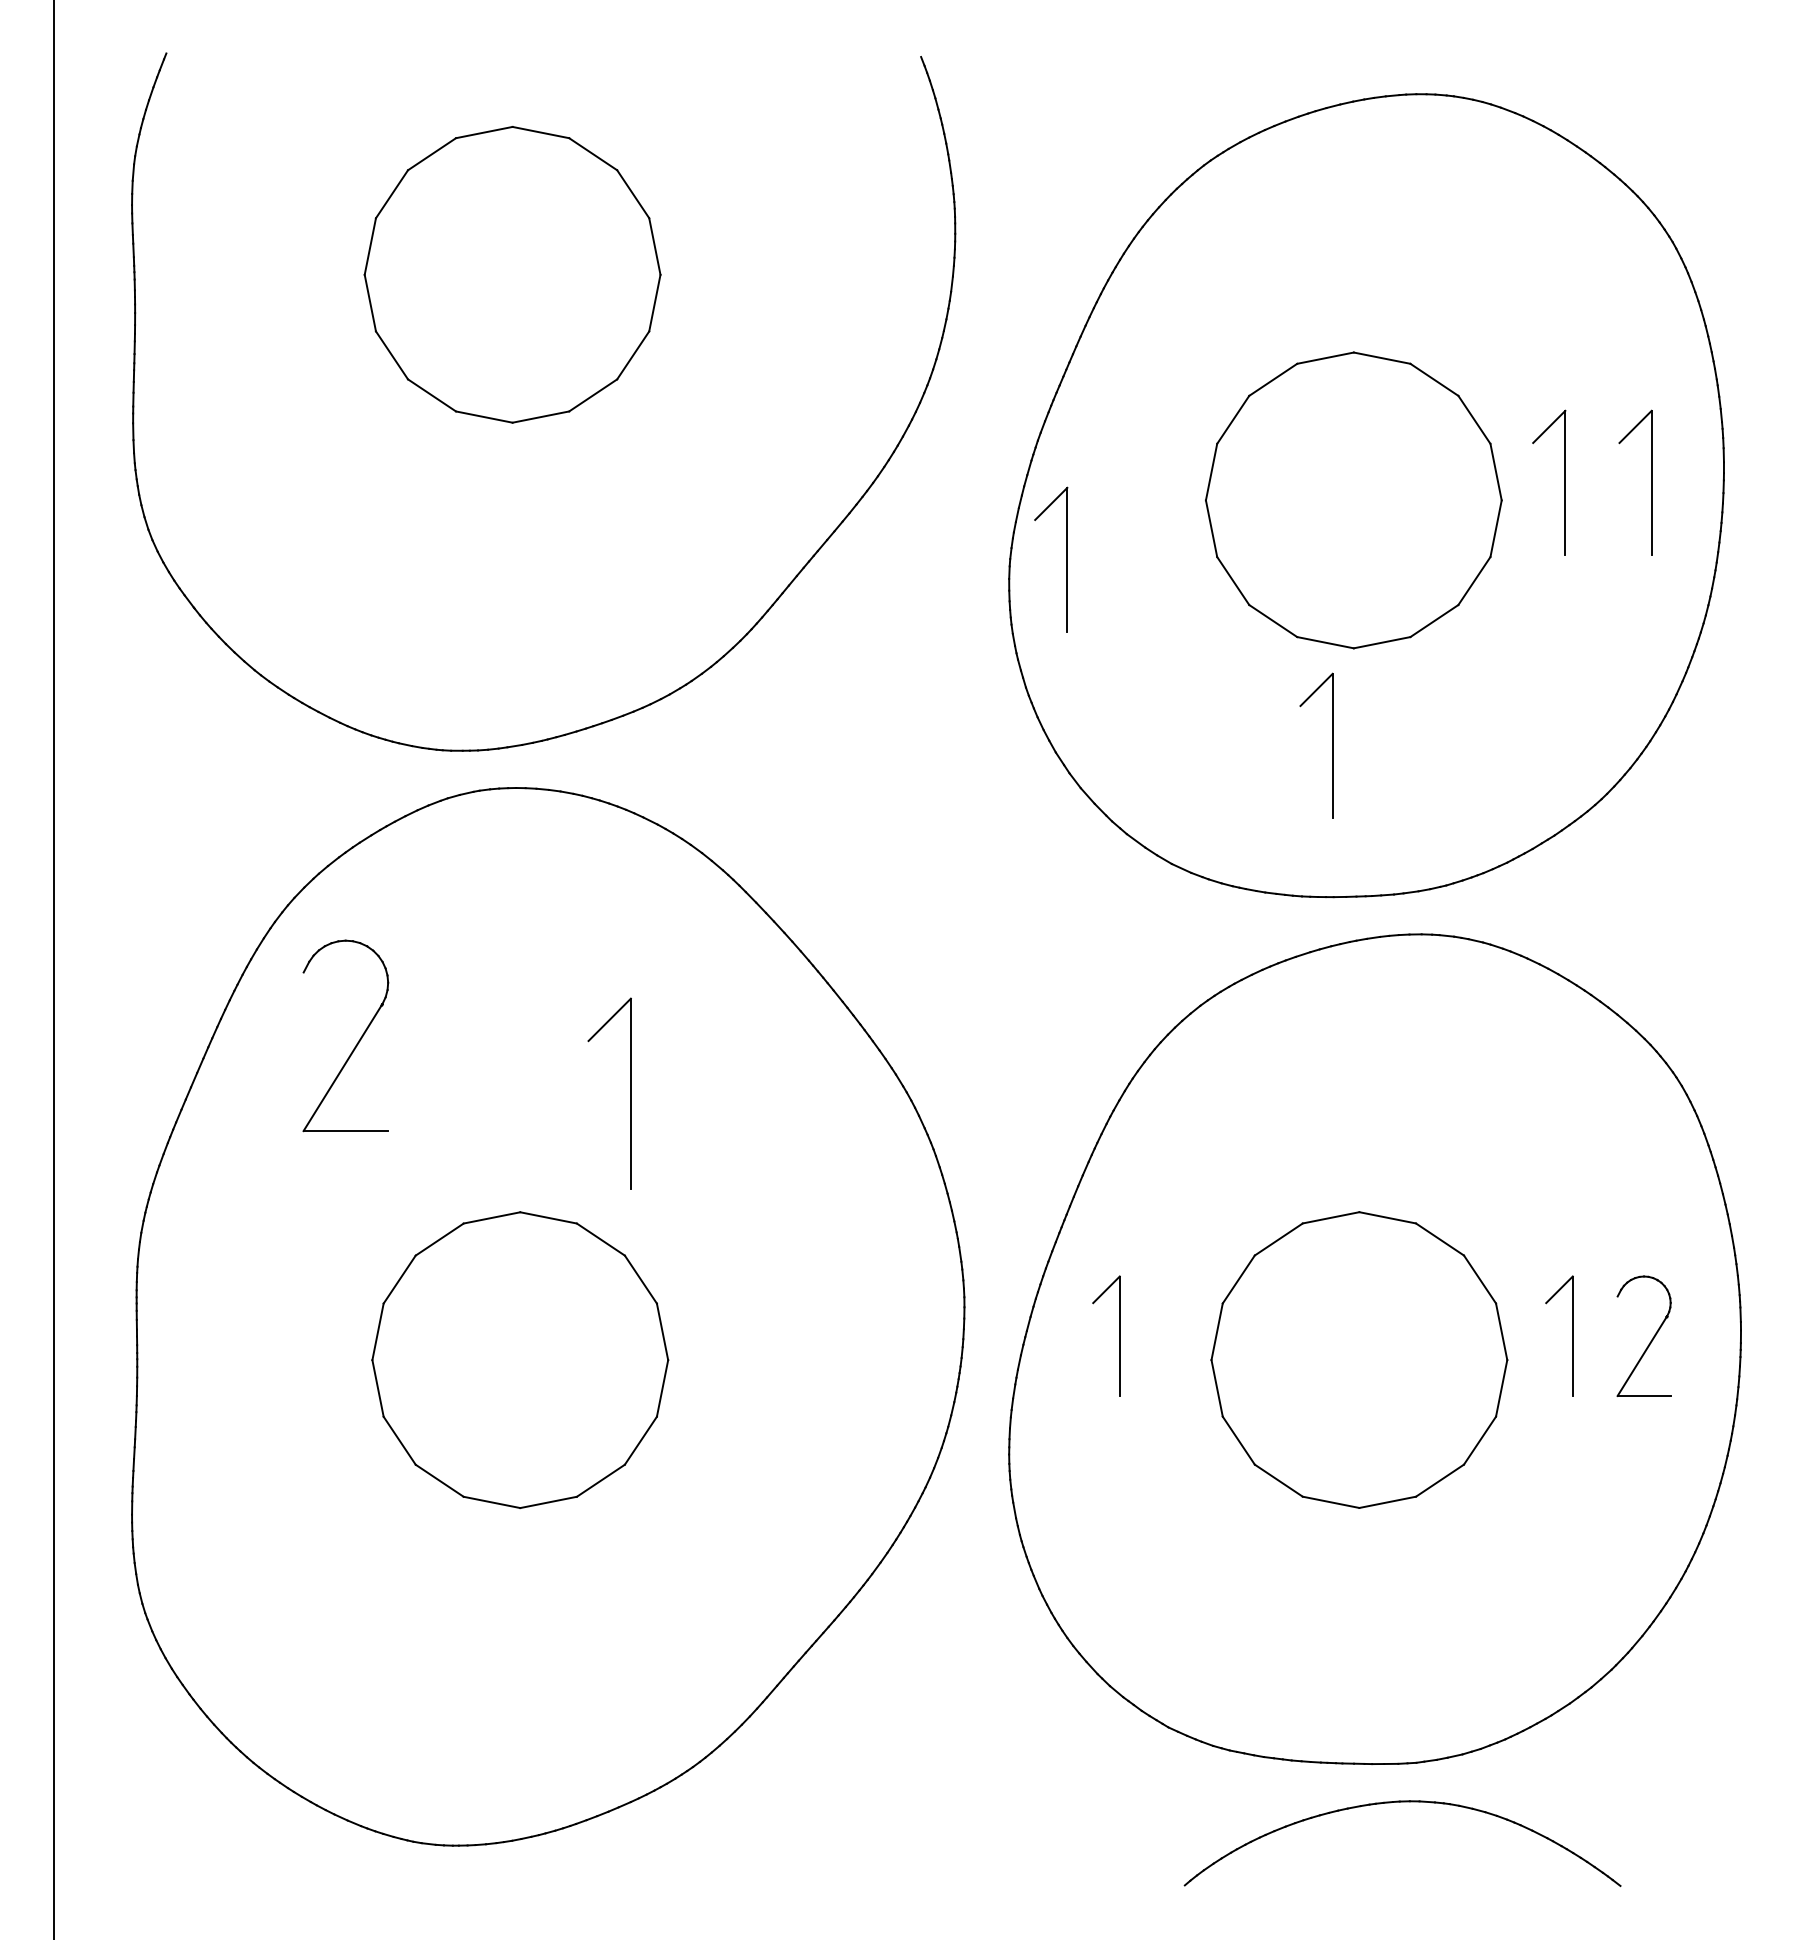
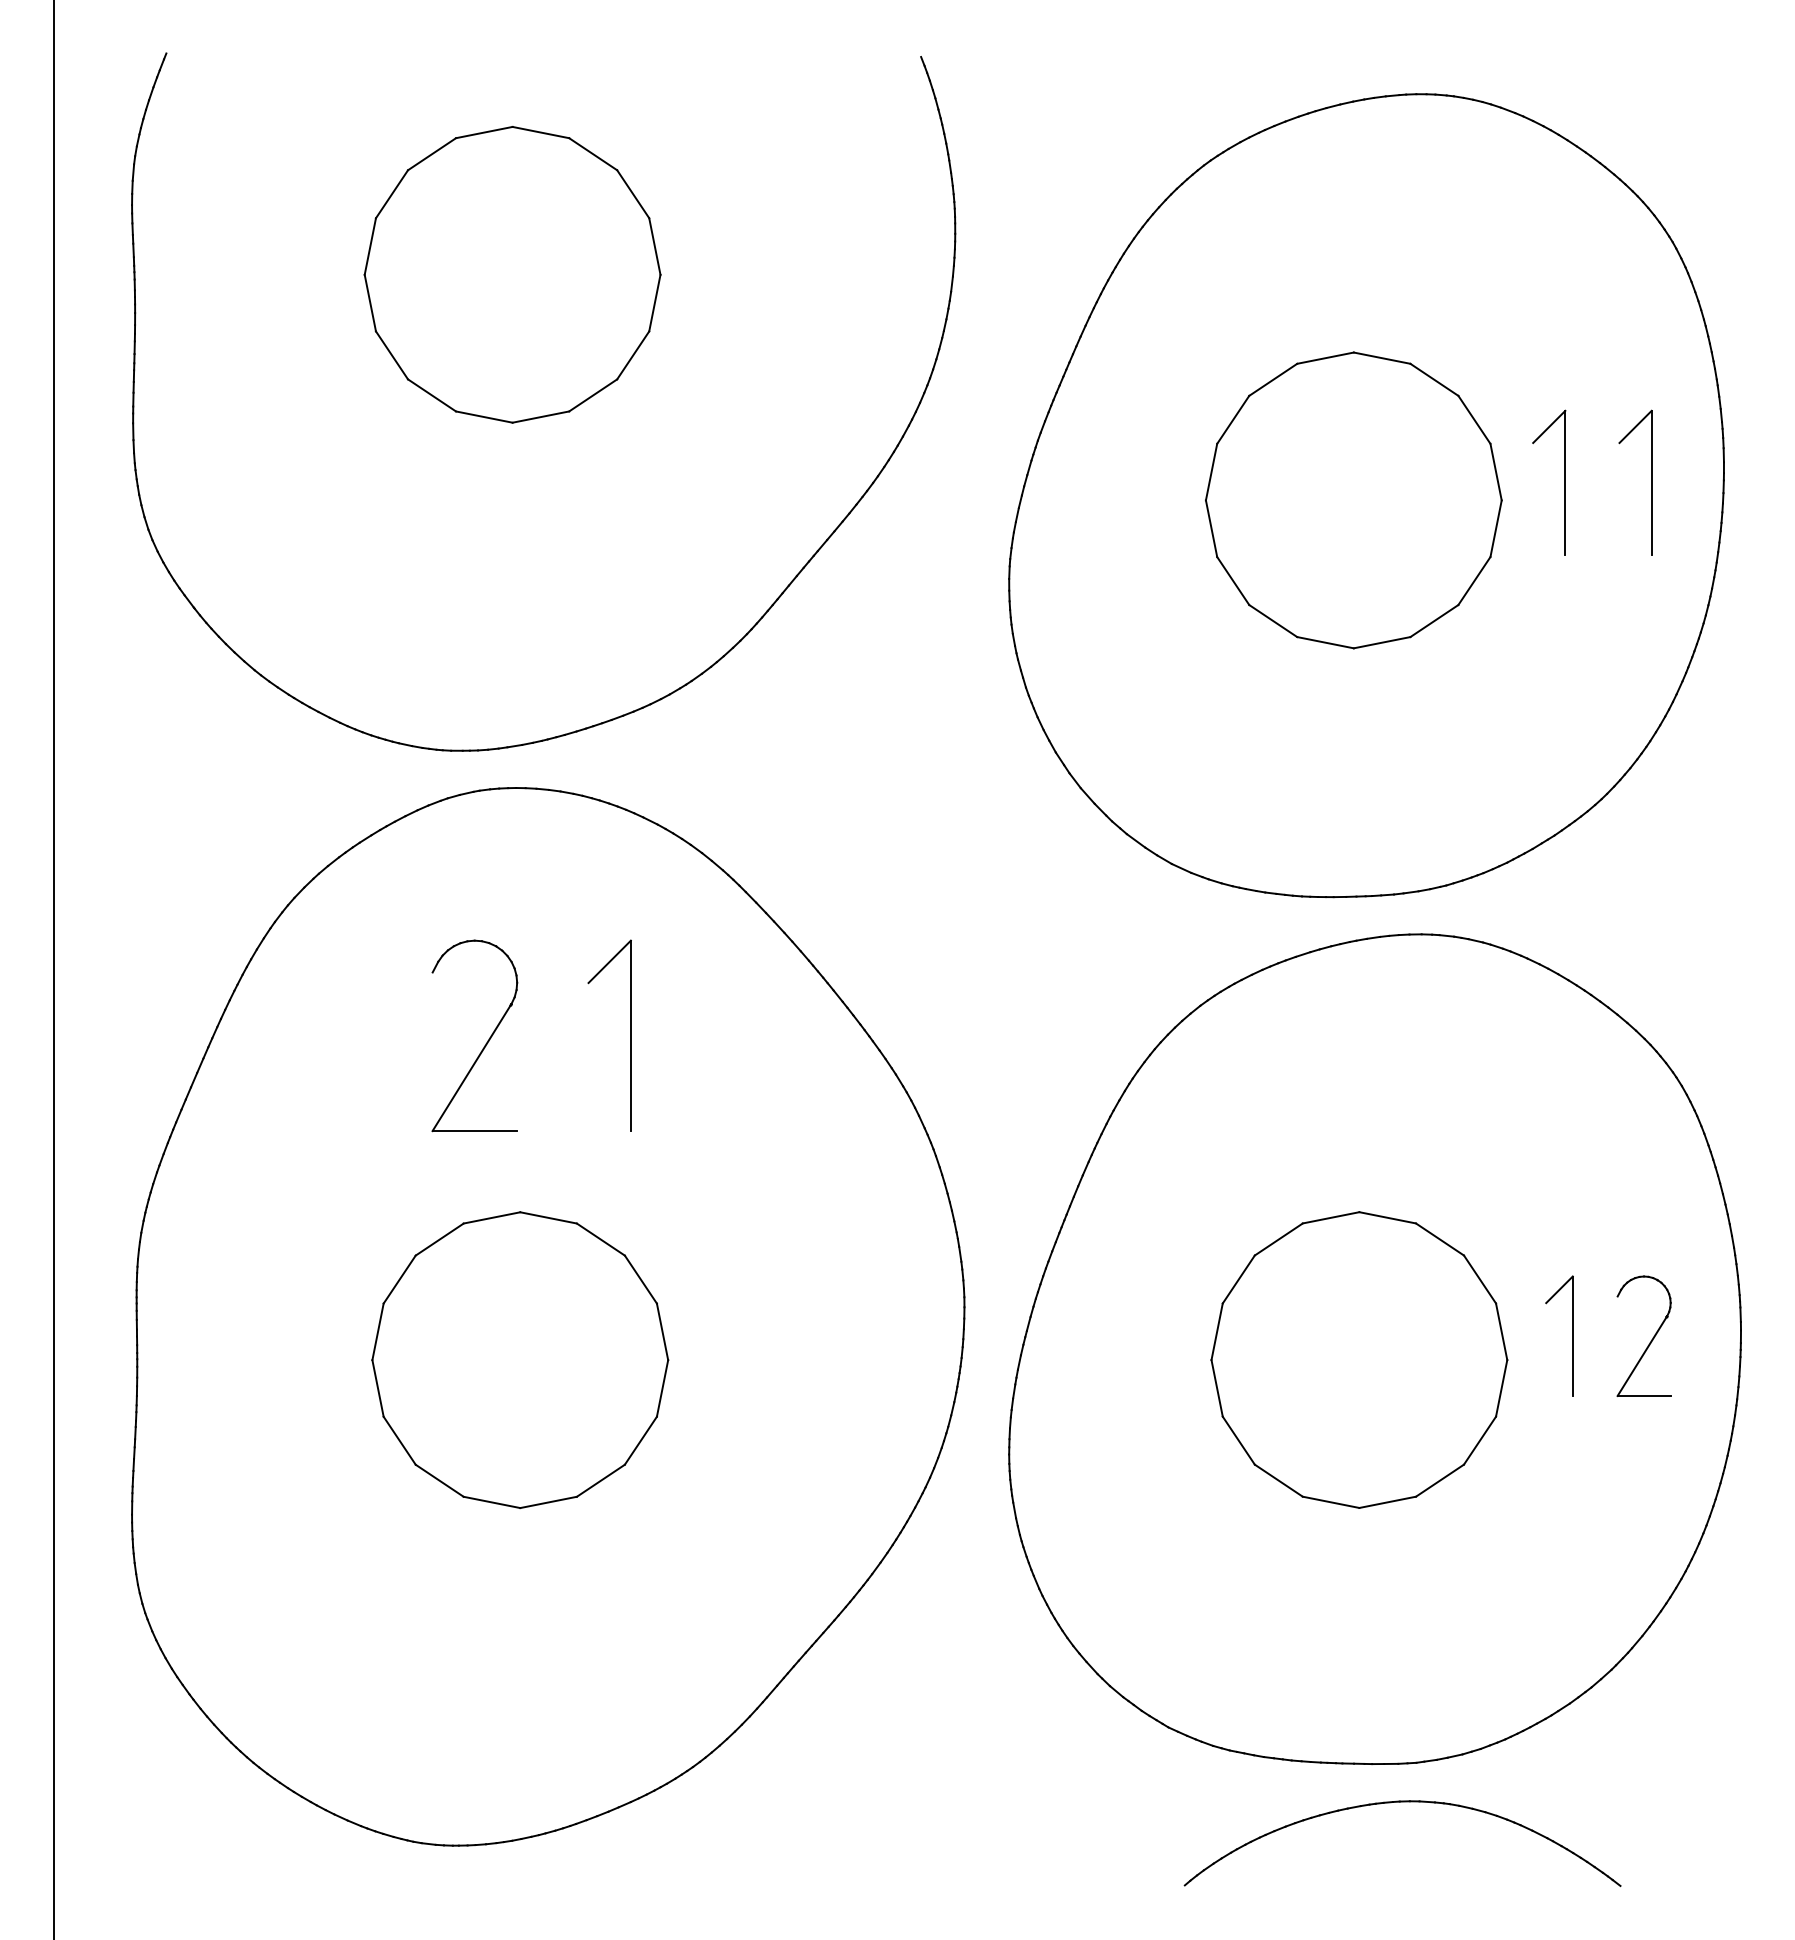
part at (1066, 559): present -> none
part at (1332, 745): present -> none
part at (356, 1043) position: (356, 1043) -> (485, 1043)
part at (630, 1093) position: (630, 1093) -> (630, 1035)
part at (1119, 1335): present -> none
